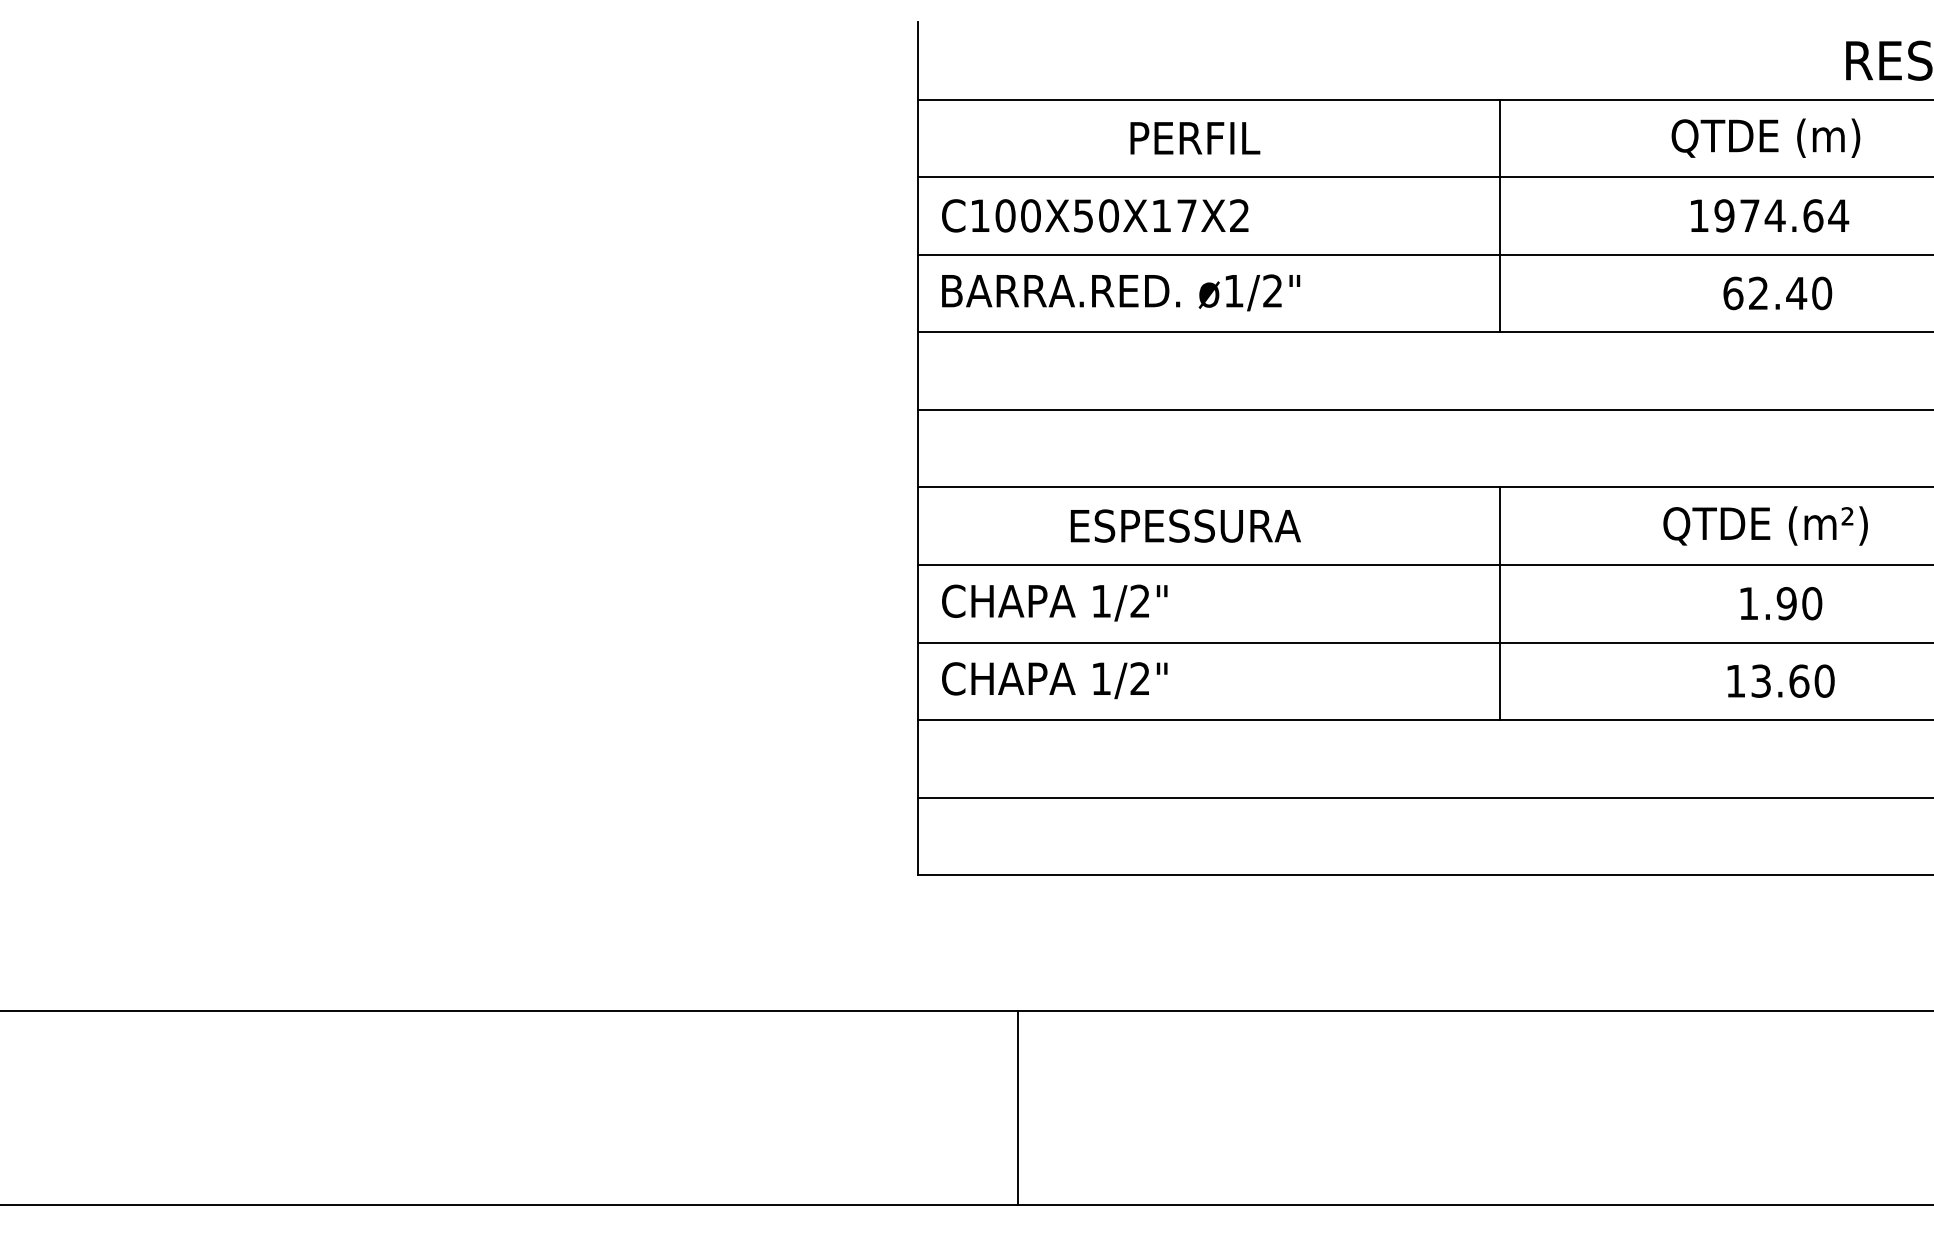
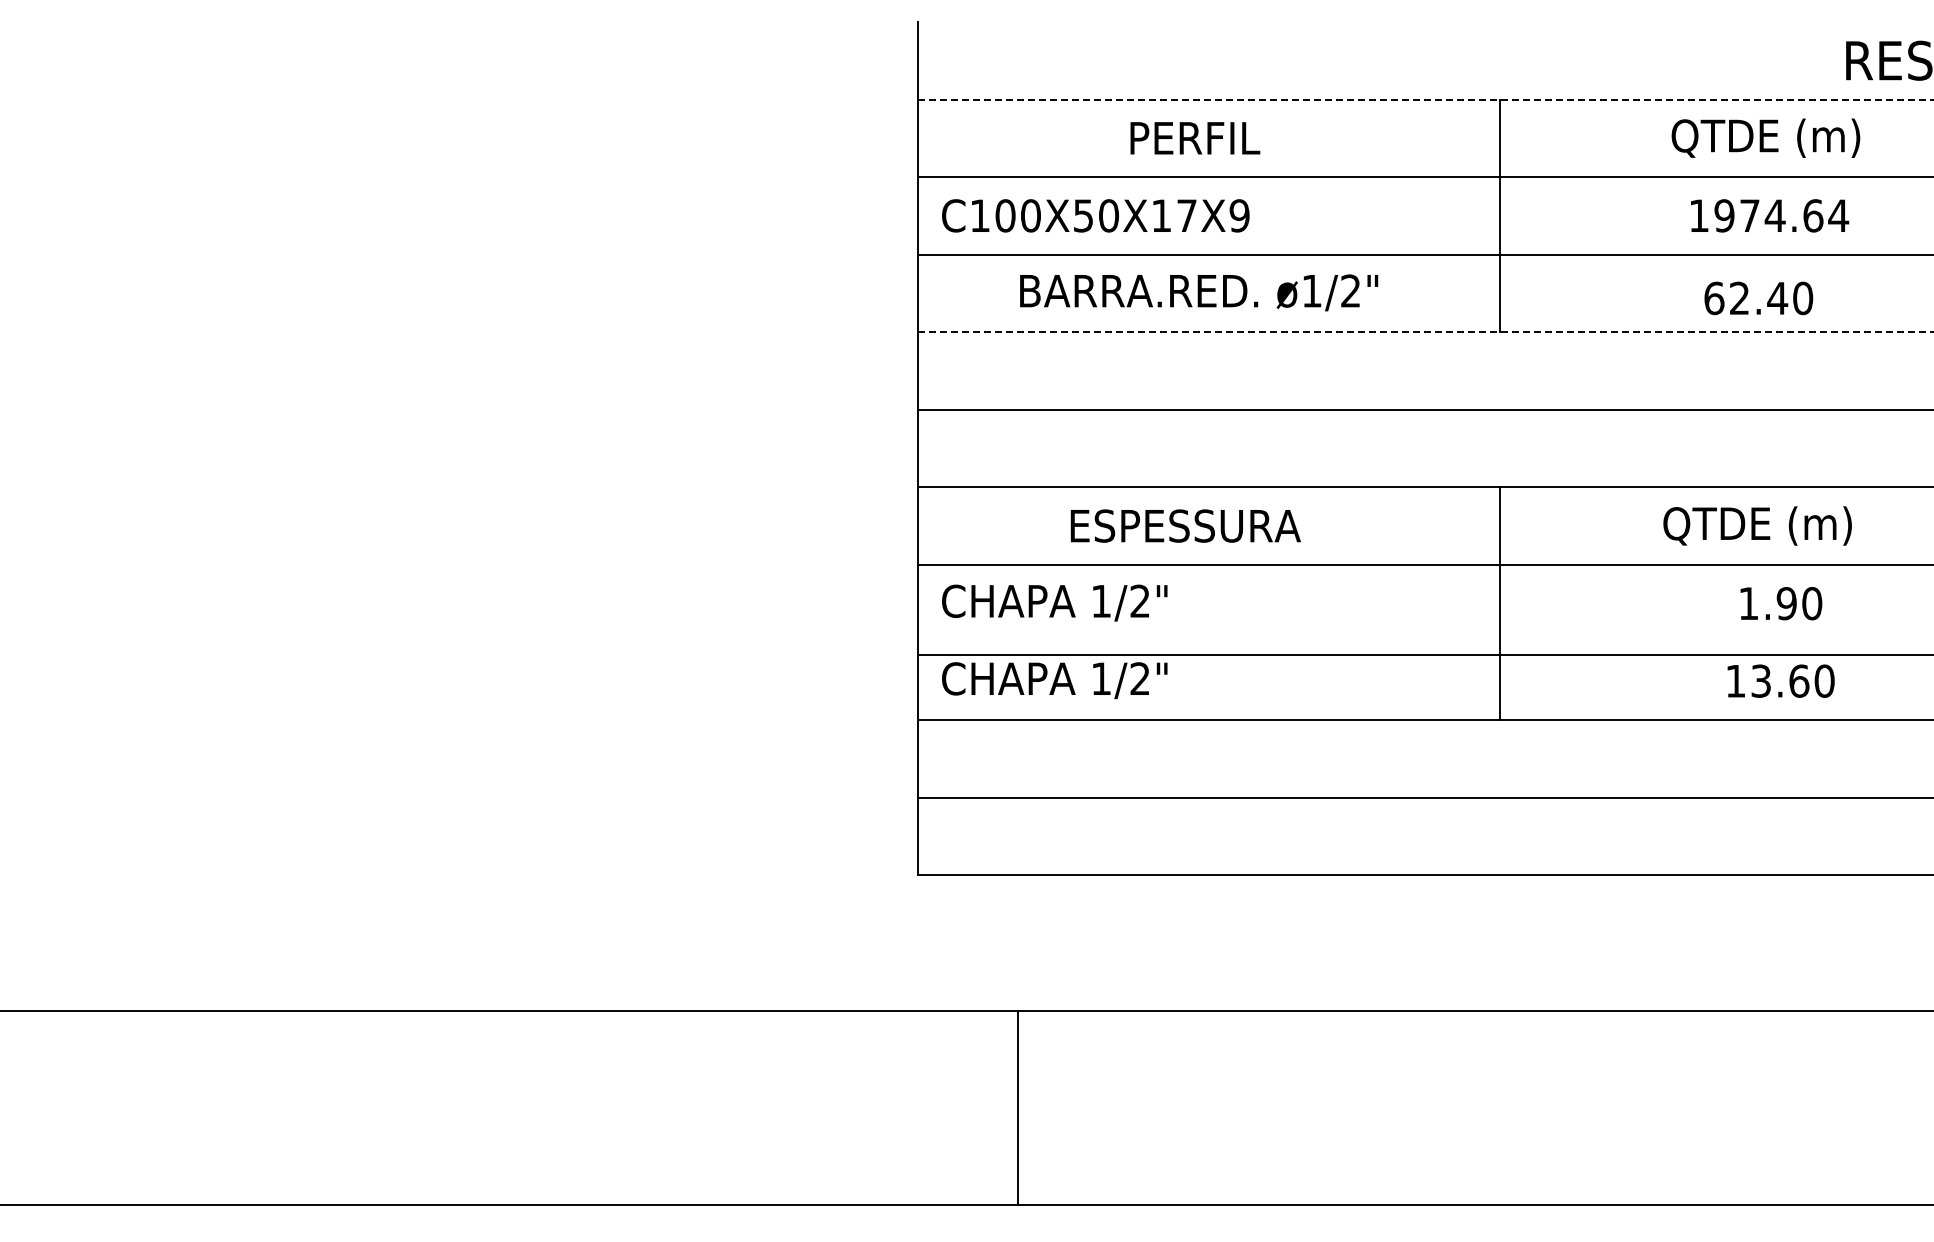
line at (1426, 99): solid -> dashed
text at (1239, 215): C100X50X17X2 -> C100X50X17X9
text at (1121, 292) position: (1121, 292) -> (1199, 292)
text at (1777, 293) position: (1777, 293) -> (1758, 298)
line at (1426, 332): solid -> dashed
text at (1854, 525): QTDE (m²) -> QTDE (m)
line at (1424, 642) position: (1424, 642) -> (1424, 654)
